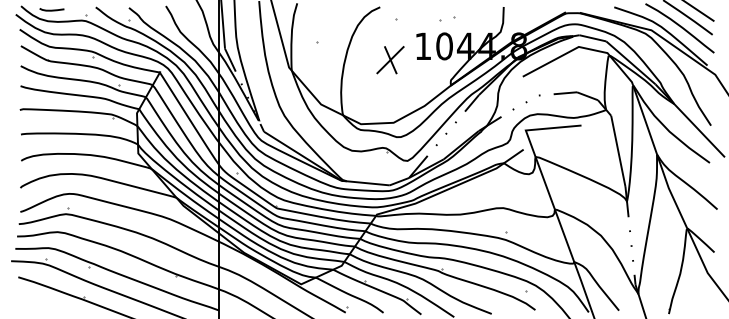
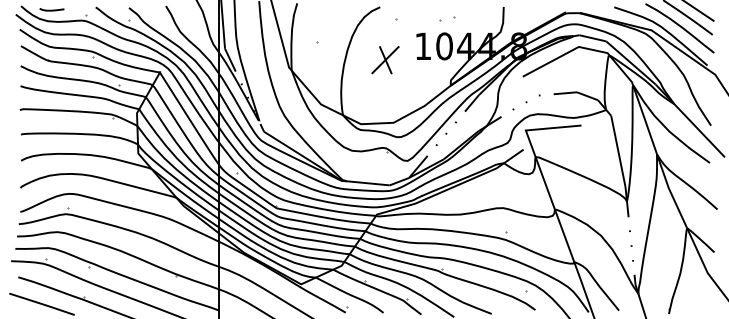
part at (390, 60) position: (390, 60) -> (385, 60)
line at (41, 303): none -> present
